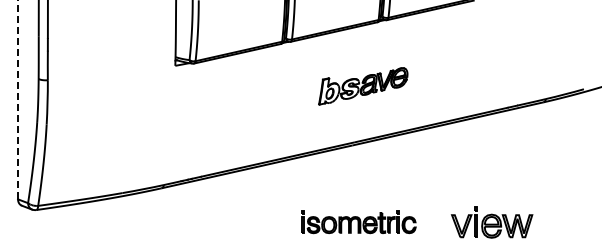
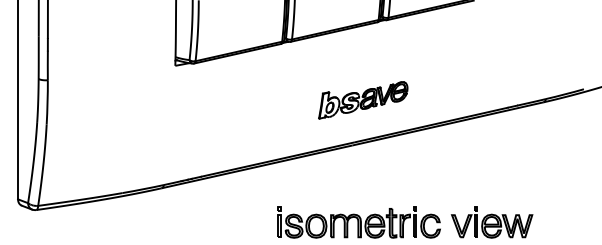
part at (363, 86) position: (363, 86) -> (363, 100)
line at (18, 99): dashed -> solid
part at (358, 222) size: 116x25 px -> 164x33 px
